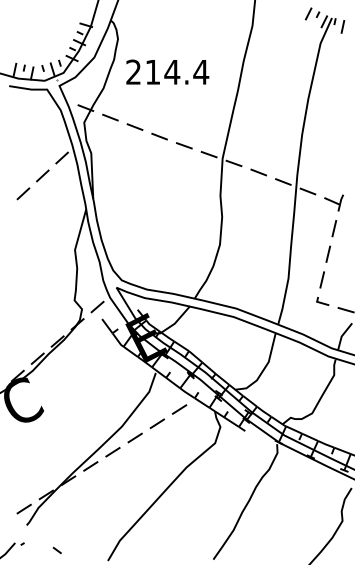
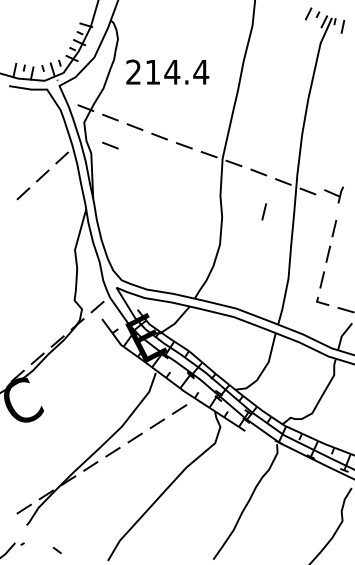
line at (110, 145): none -> present
part at (333, 202) position: (333, 202) -> (333, 194)
line at (263, 211): none -> present
